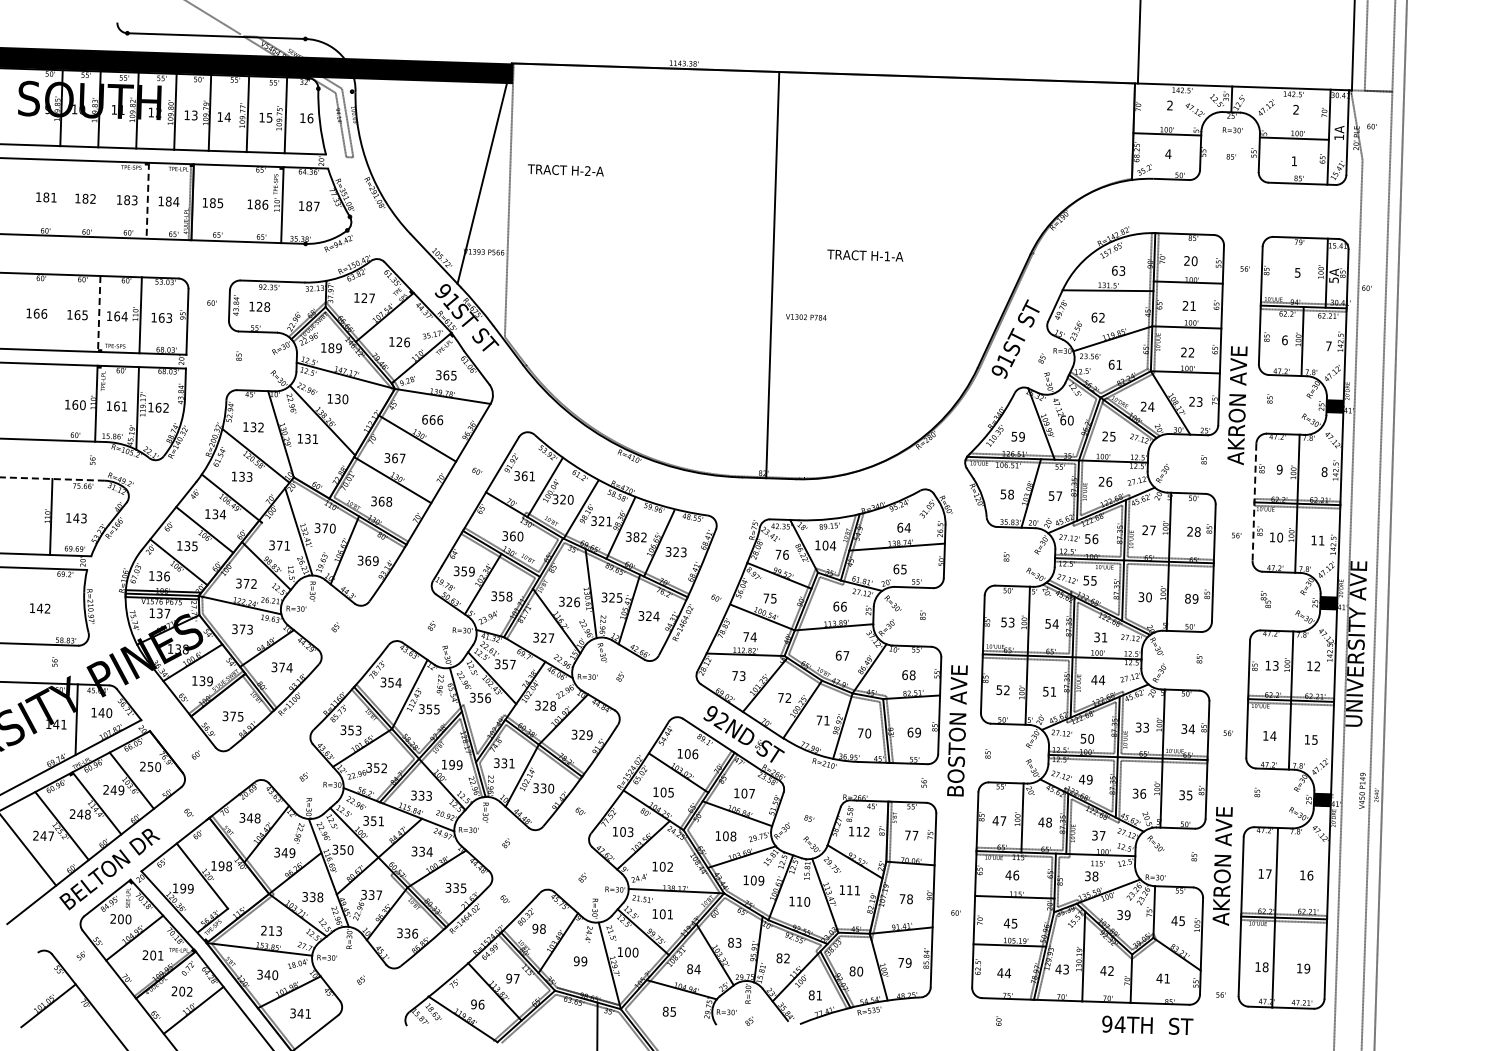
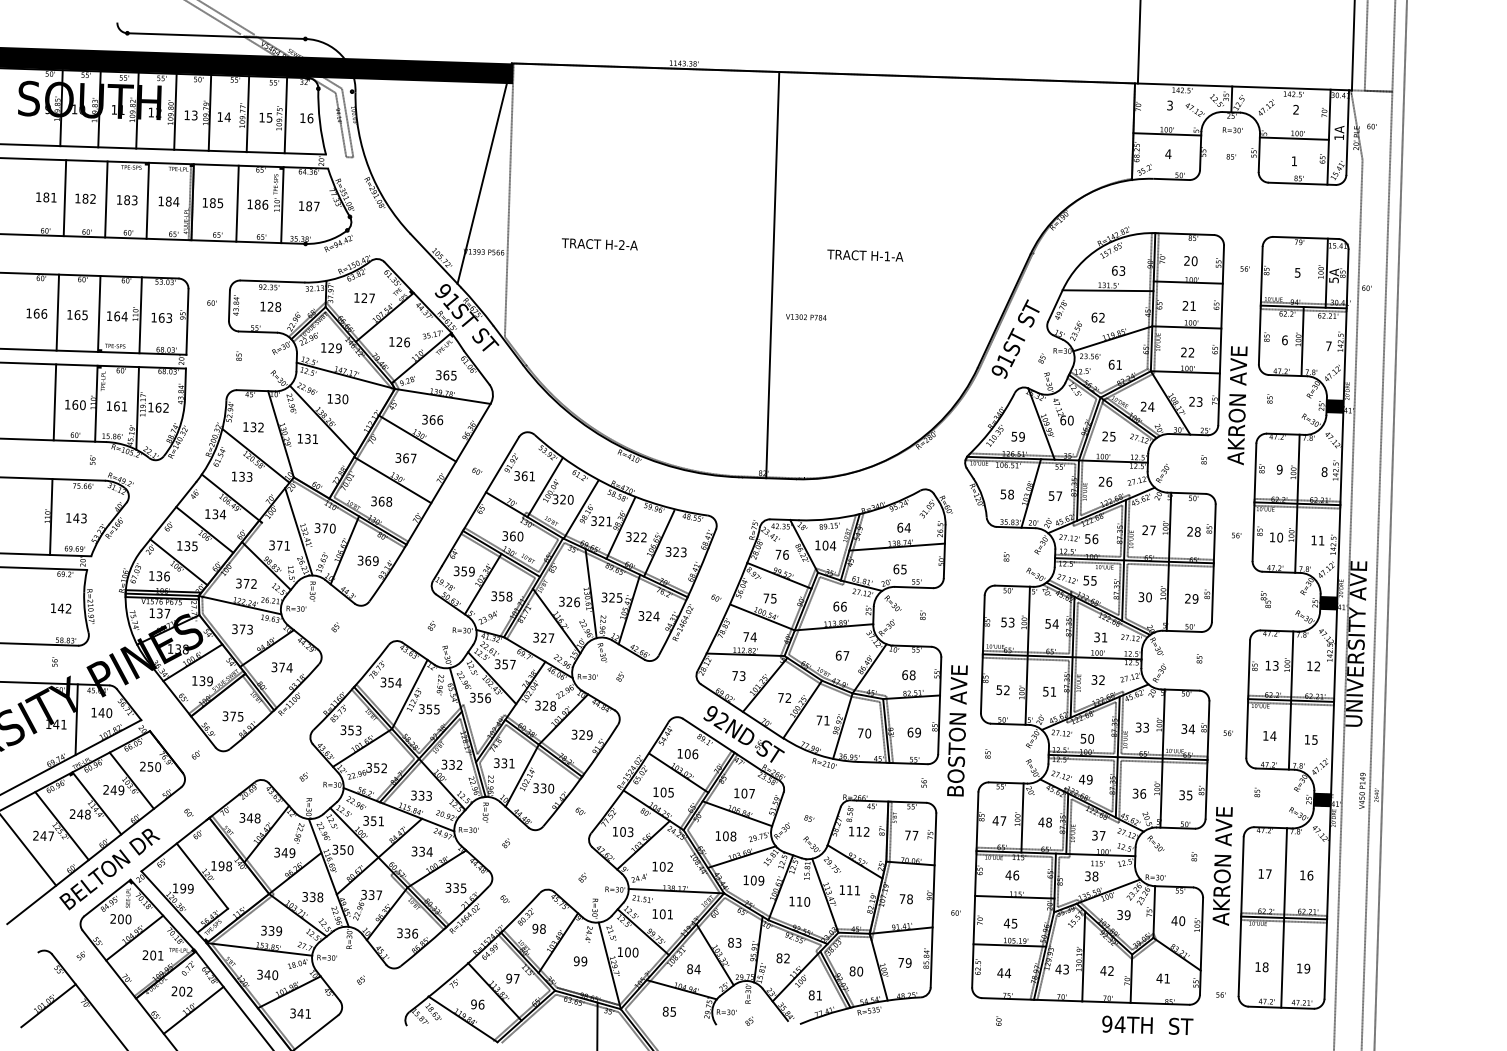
line at (227, 18): none -> present
text at (1169, 105): 2 -> 3
text at (565, 170) position: (565, 170) -> (599, 244)
line at (64, 198): none -> present
line at (106, 199): none -> present
line at (147, 200): dashed -> solid
line at (237, 203): none -> present
text at (259, 306) position: (259, 306) -> (270, 306)
line at (57, 312): none -> present
line at (99, 313): dashed -> solid
text at (331, 348): 189 -> 129
line at (54, 402): none -> present
text at (424, 419): 666 -> 366
text at (394, 458) position: (394, 458) -> (405, 458)
line at (52, 479): dashed -> solid
line at (1254, 502): dashed -> solid
text at (636, 537): 382 -> 322
text at (1187, 598): 89 -> 29
text at (40, 608) position: (40, 608) -> (61, 608)
text at (1098, 679): 44 -> 32
text at (451, 764): 199 -> 332
line at (1275, 917) position: (1275, 917) -> (1284, 917)
text at (1182, 920): 45 -> 40
text at (271, 930): 213 -> 339
